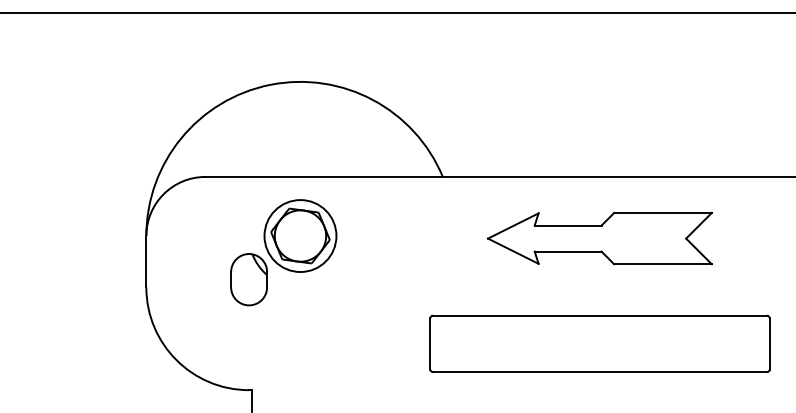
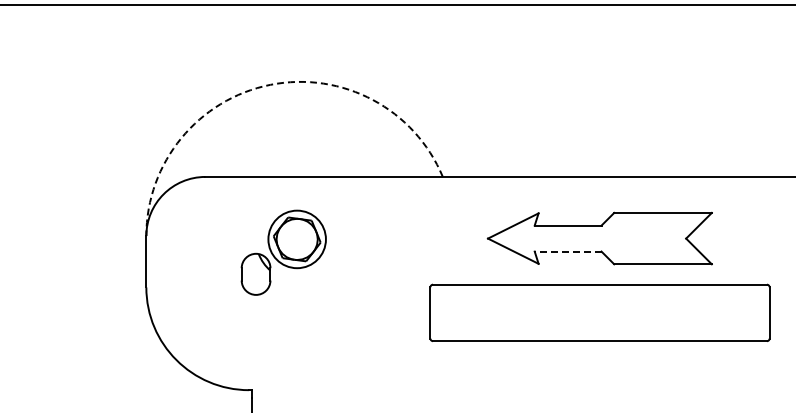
line at (397, 12) position: (397, 12) -> (397, 4)
arc at (270, 84): solid -> dashed
line at (567, 251): solid -> dashed
part at (283, 252) size: 108x108 px -> 87x87 px
part at (599, 343) position: (599, 343) -> (599, 312)
